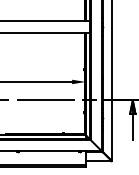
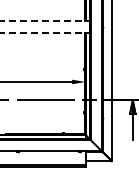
line at (45, 20): solid -> dashed
line at (45, 33): solid -> dashed
